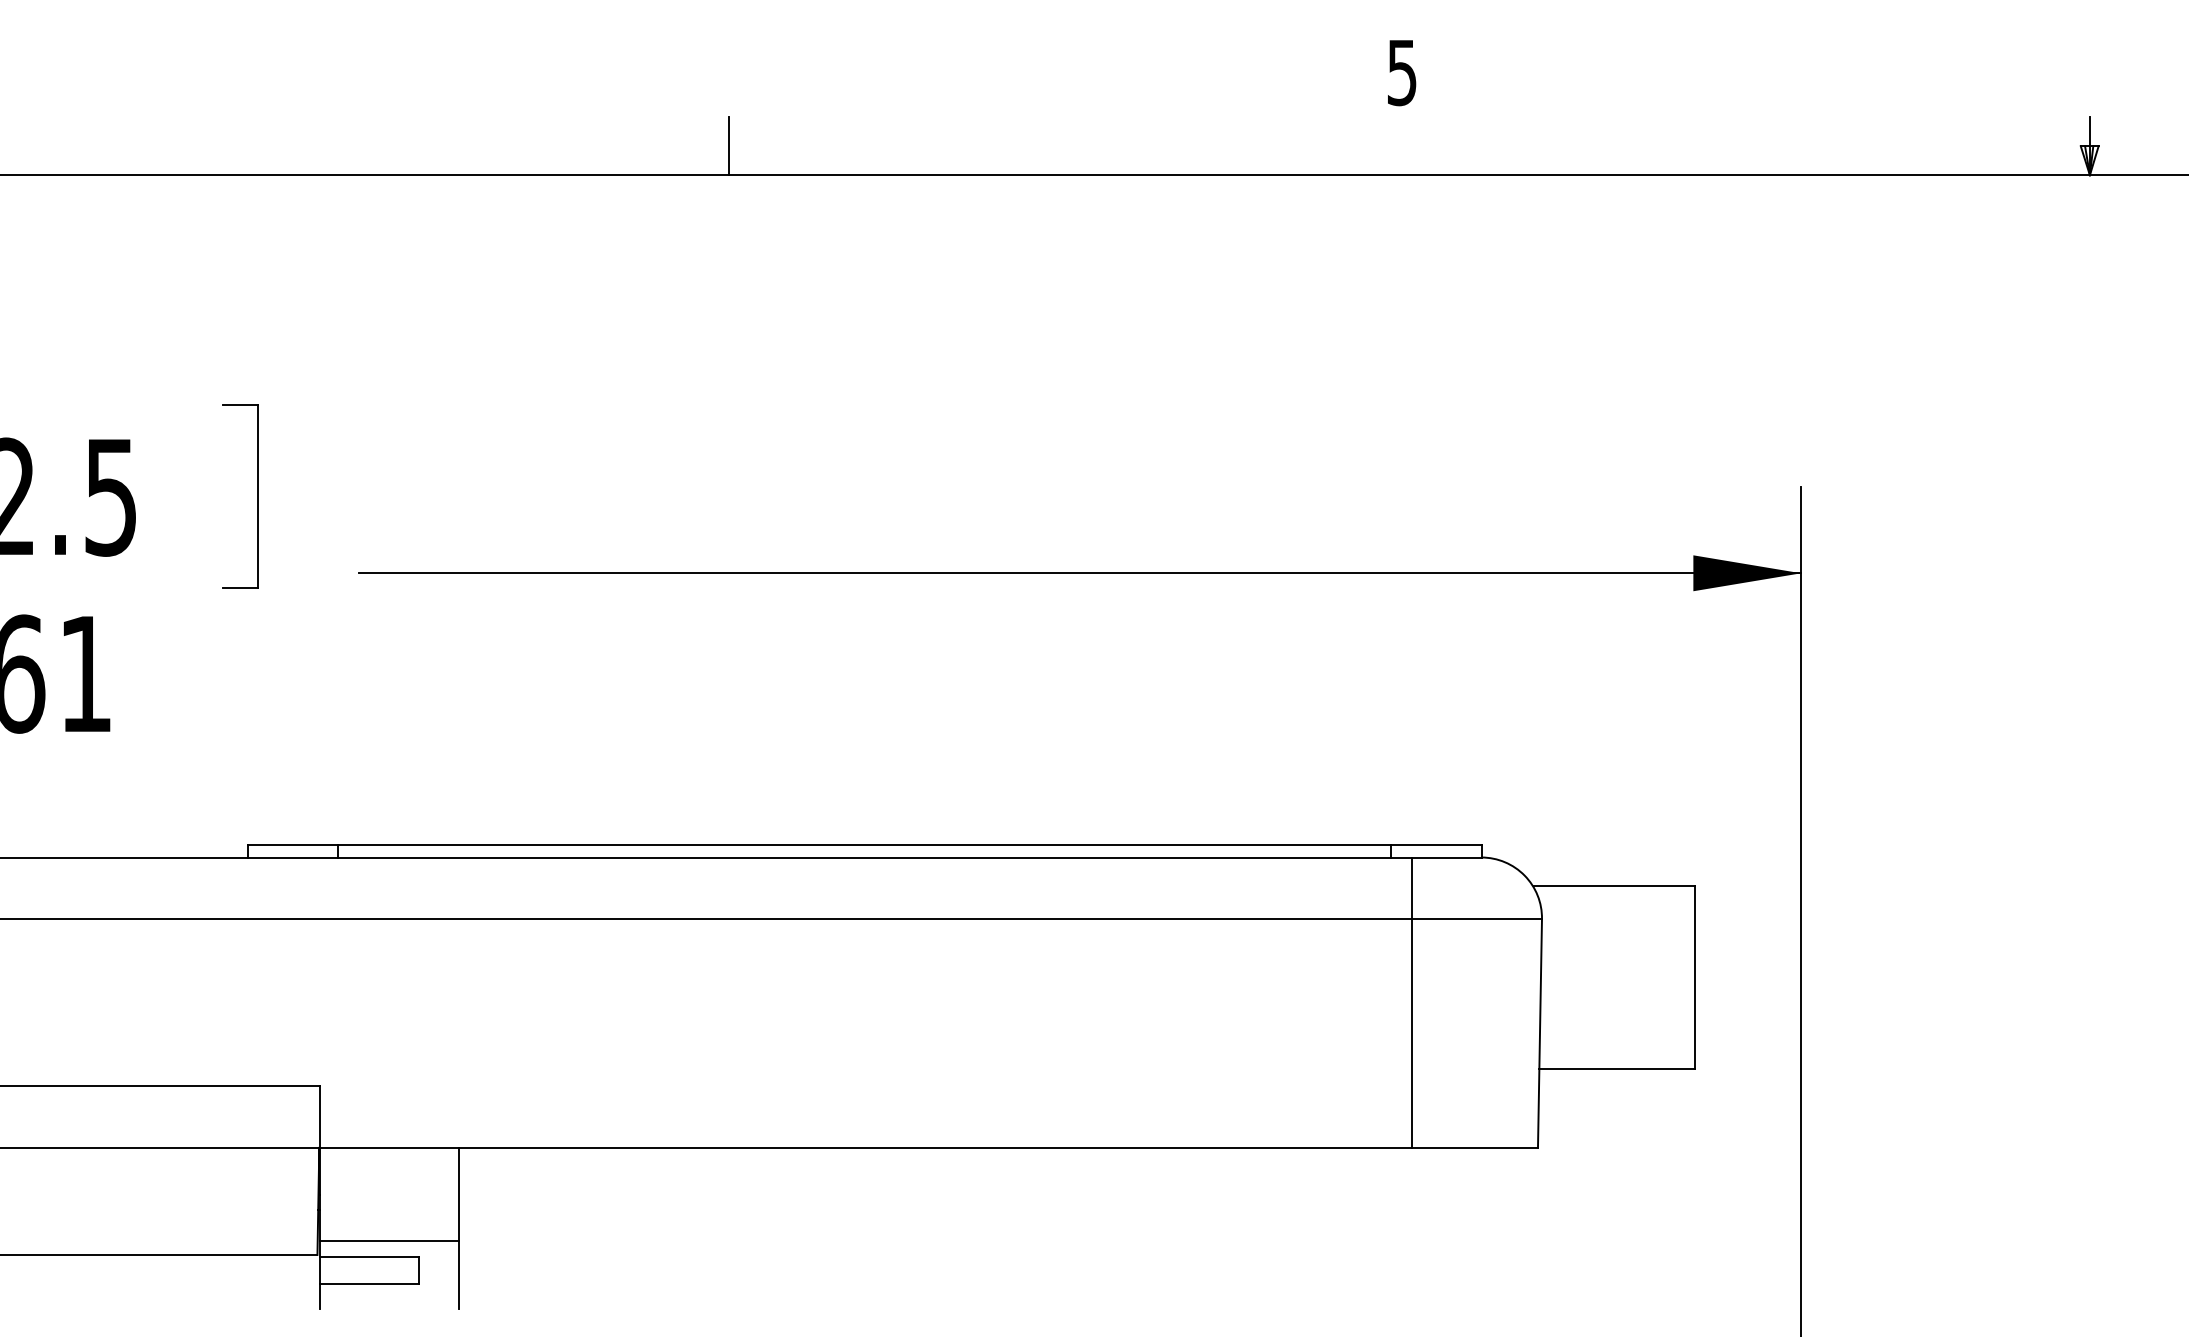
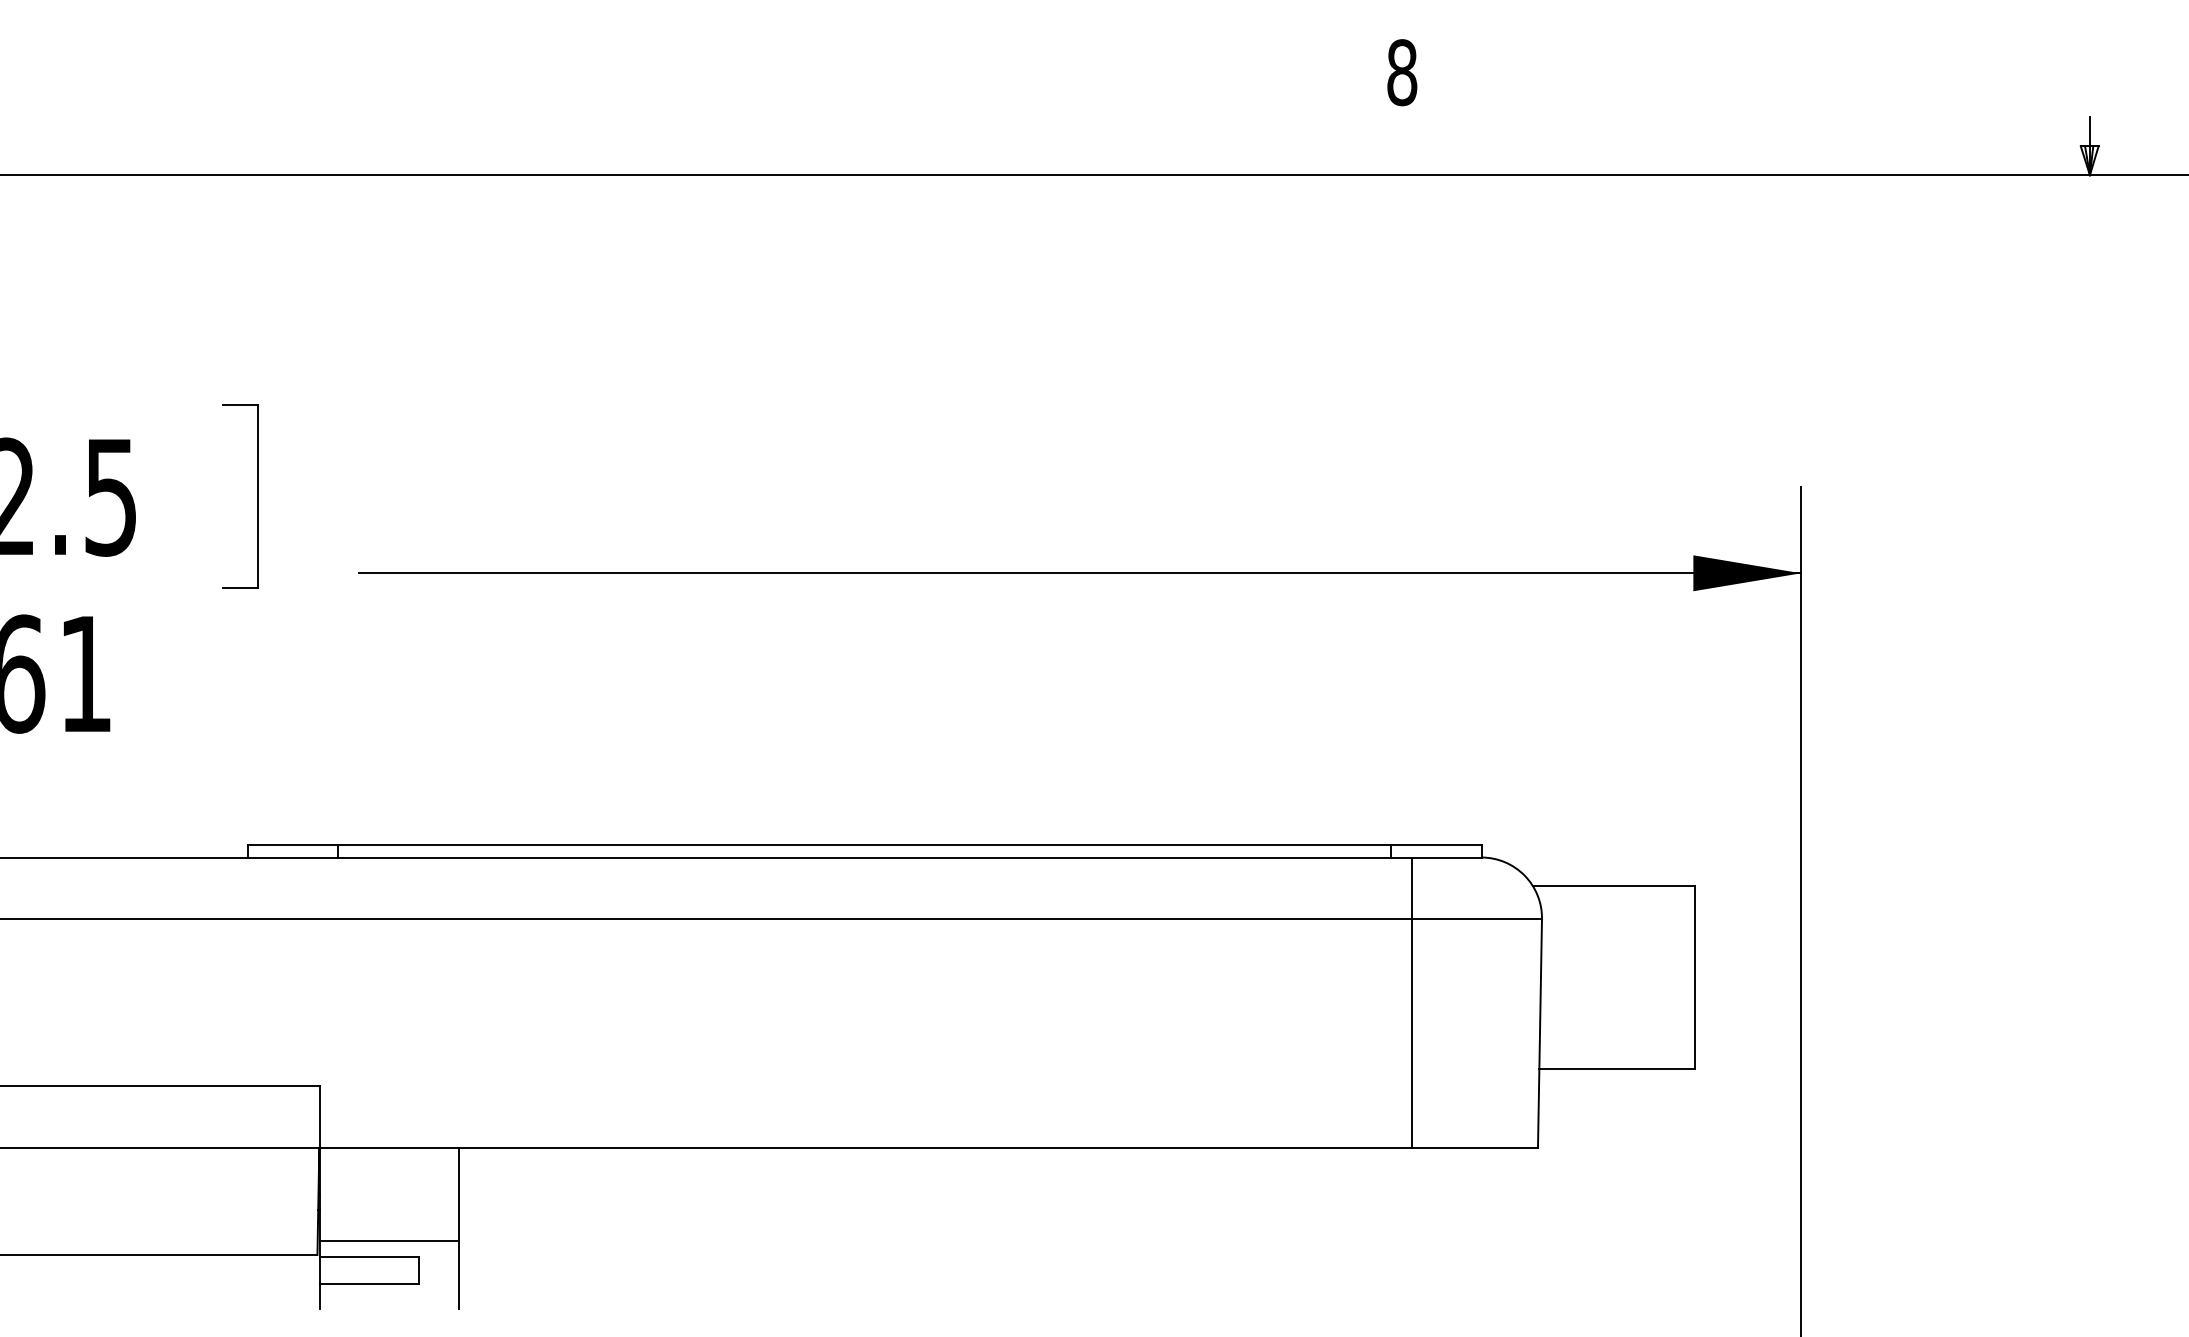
text at (1402, 72): 5 -> 8
line at (729, 145): present -> none
